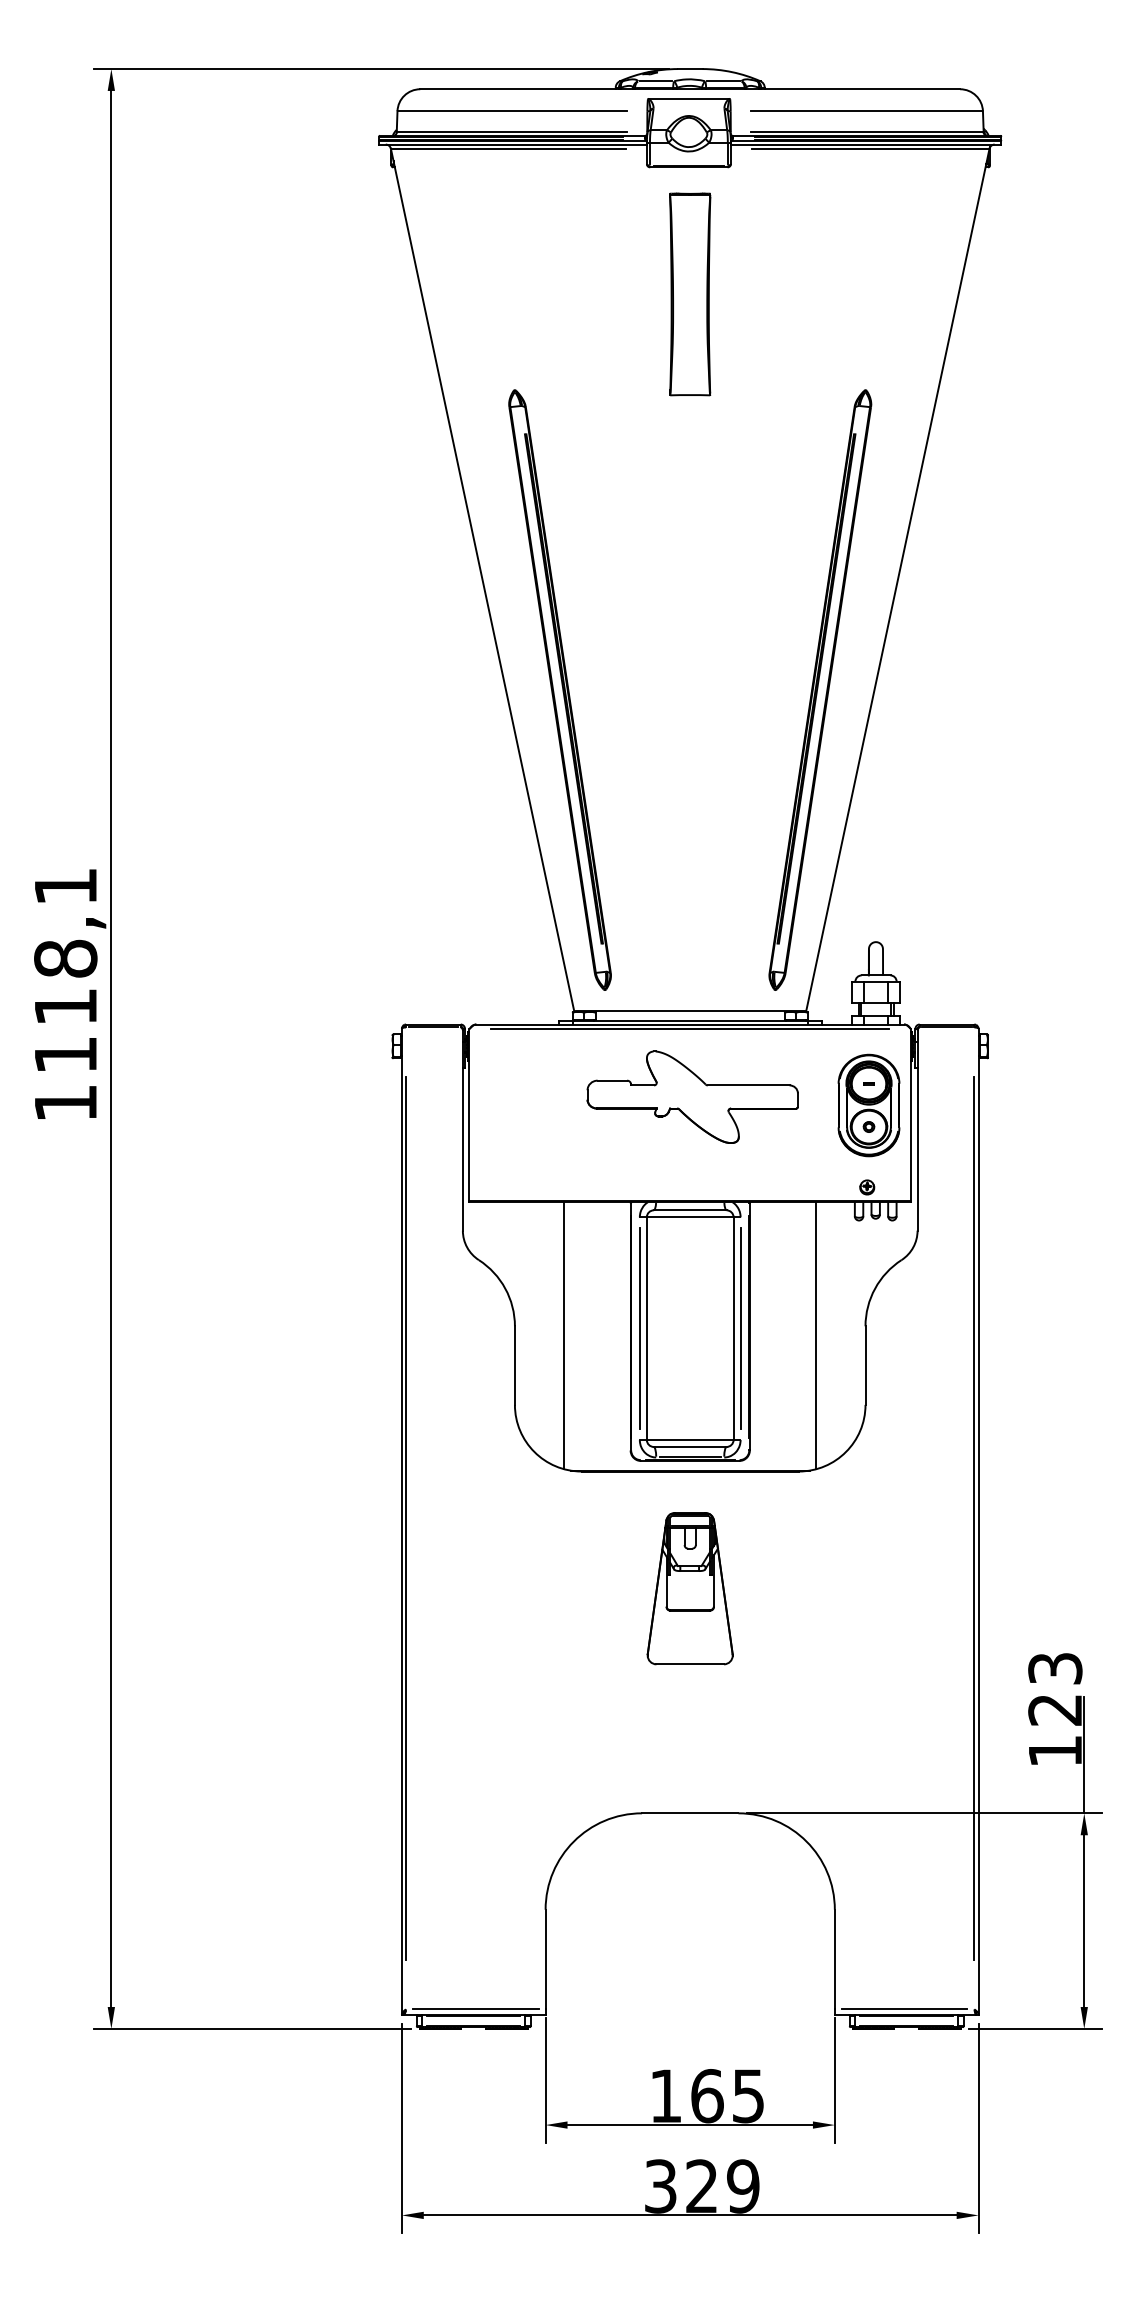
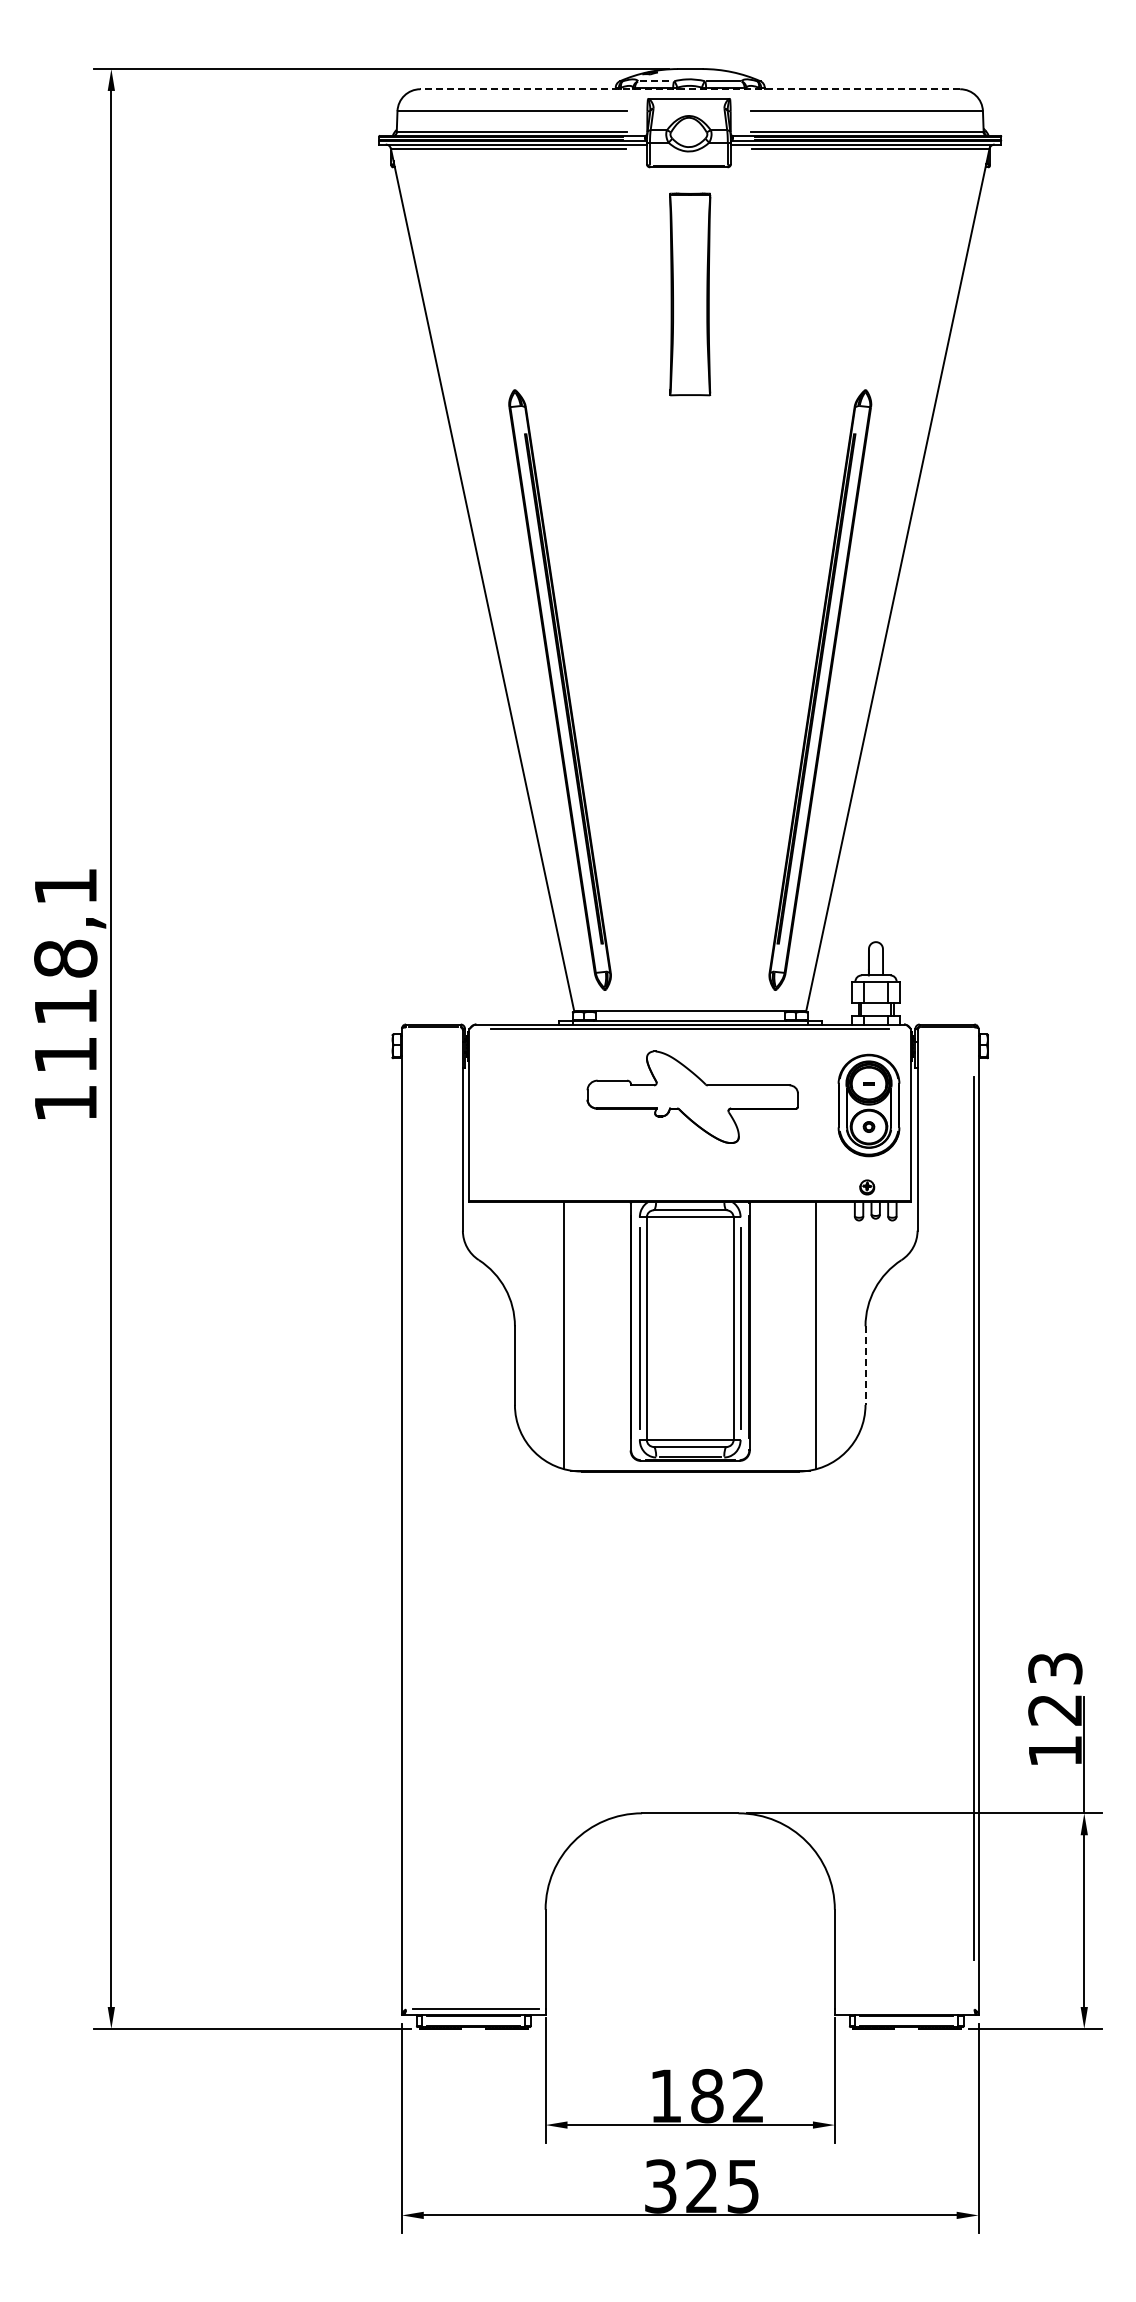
line at (656, 81): solid -> dashed
line at (690, 89): solid -> dashed
line at (865, 1366): solid -> dashed
line at (406, 1518): present -> none
part at (689, 1588): present -> none
line at (904, 2009): present -> none
text at (727, 2096): 165 -> 182
text at (743, 2186): 329 -> 325
